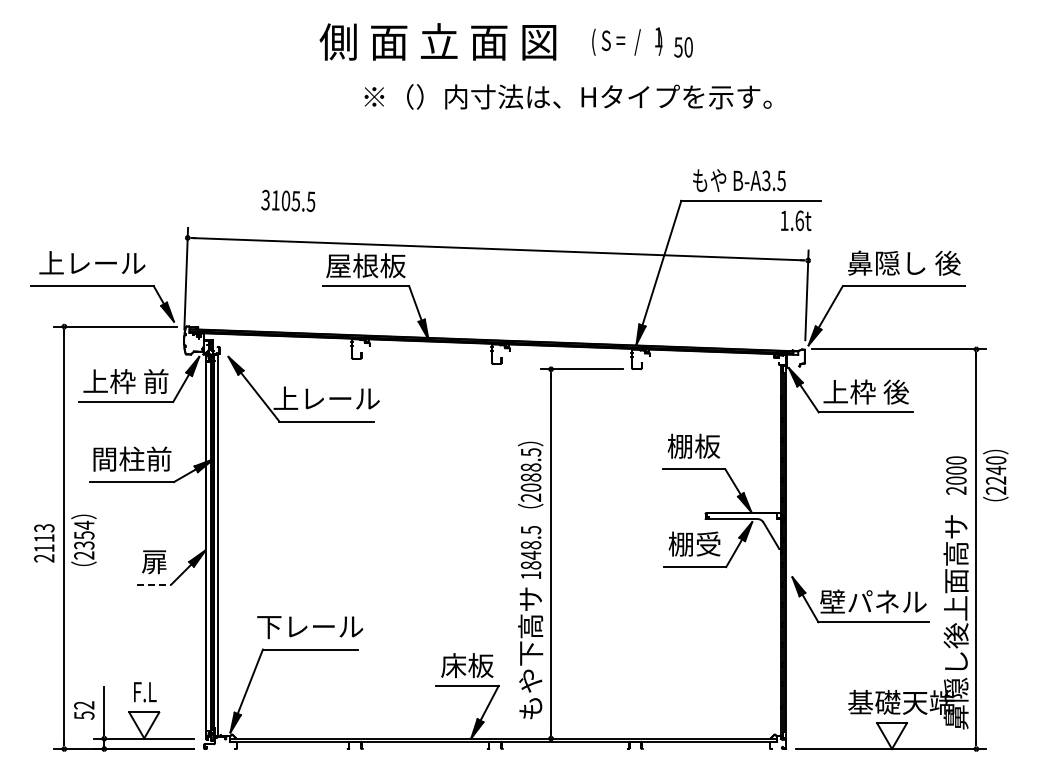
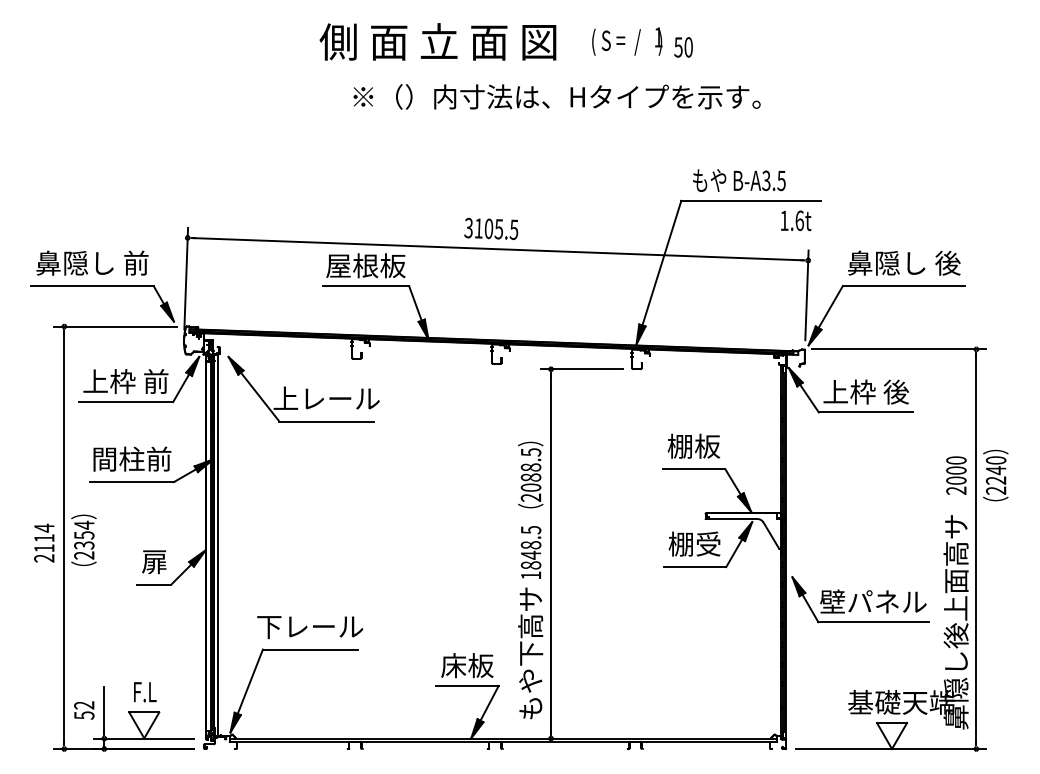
text at (567, 96) position: (567, 96) -> (556, 96)
text at (288, 200) position: (288, 200) -> (491, 228)
text at (92, 262): 上レール -> 鼻隠し 前
text at (44, 527): 2113 -> 2114
line at (154, 584): dashed -> solid
